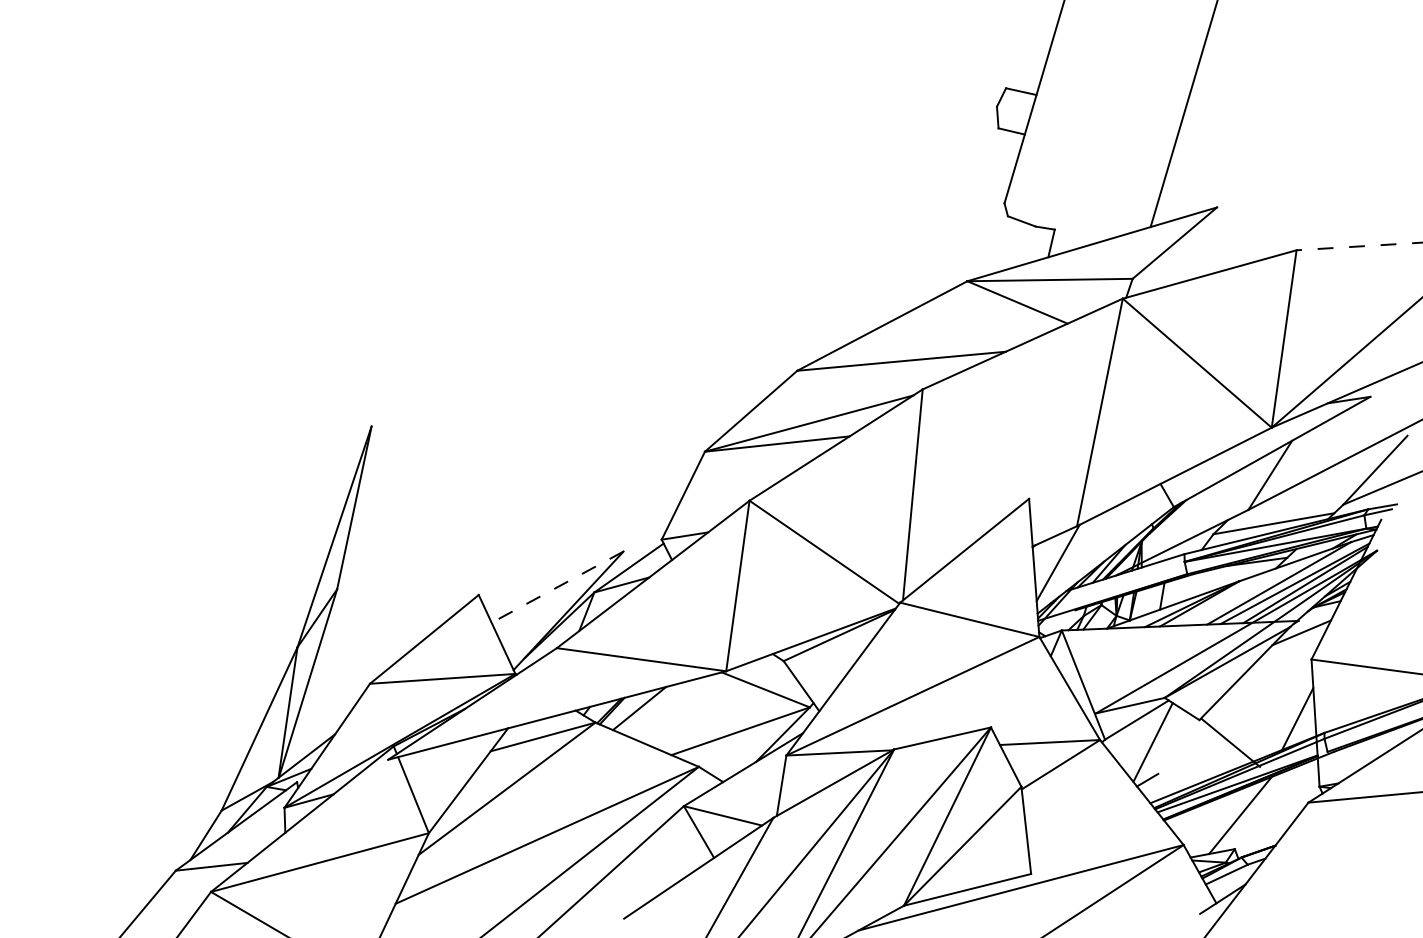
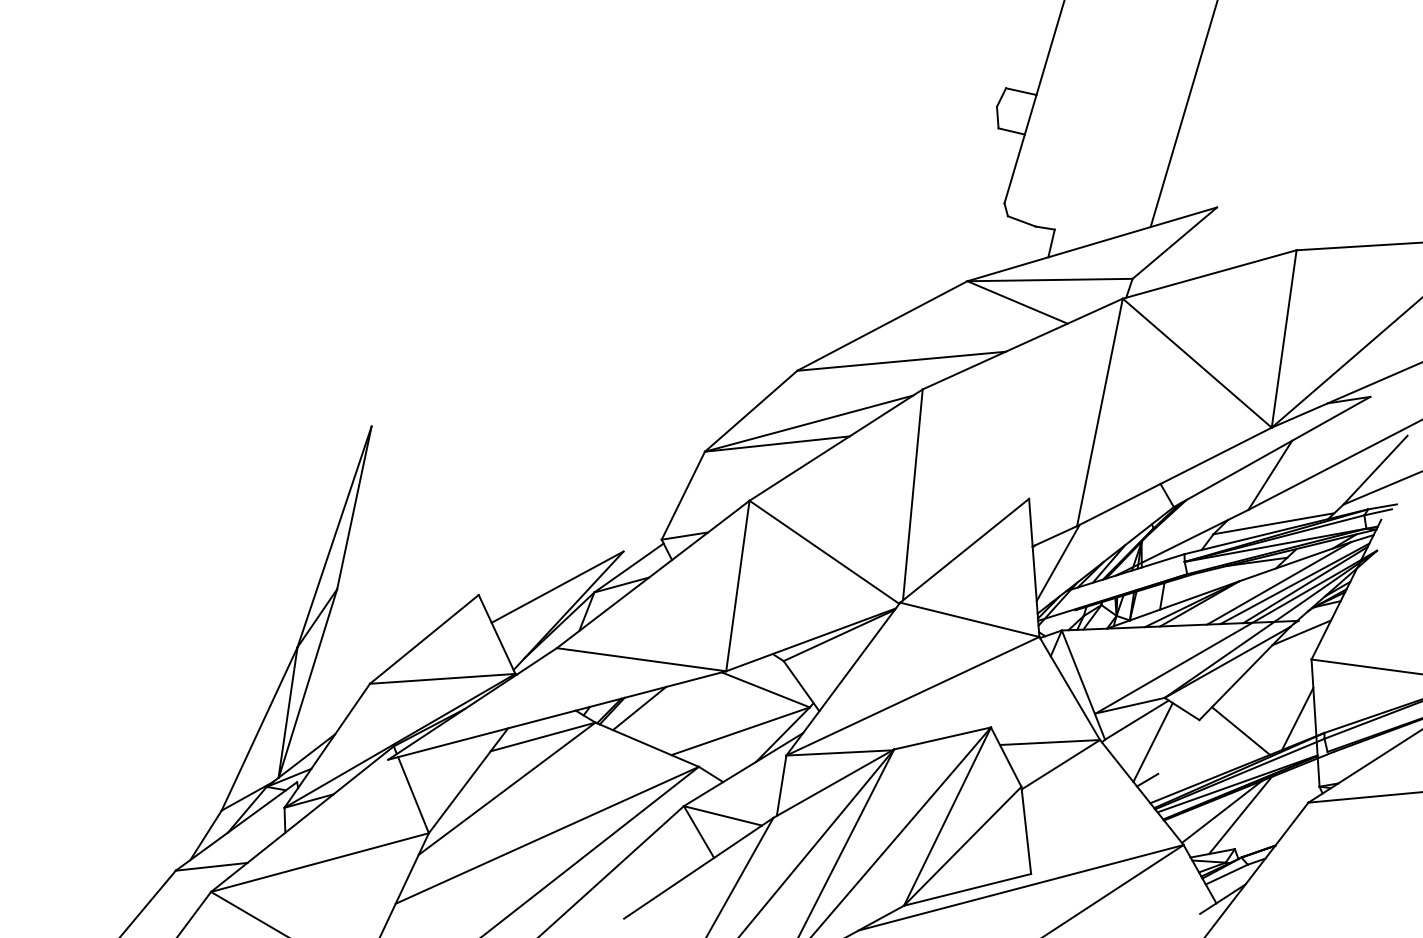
line at (1359, 246): dashed -> solid
line at (557, 587): dashed -> solid
line at (1231, 742) position: (1231, 742) -> (1241, 730)
line at (1221, 811): none -> present
